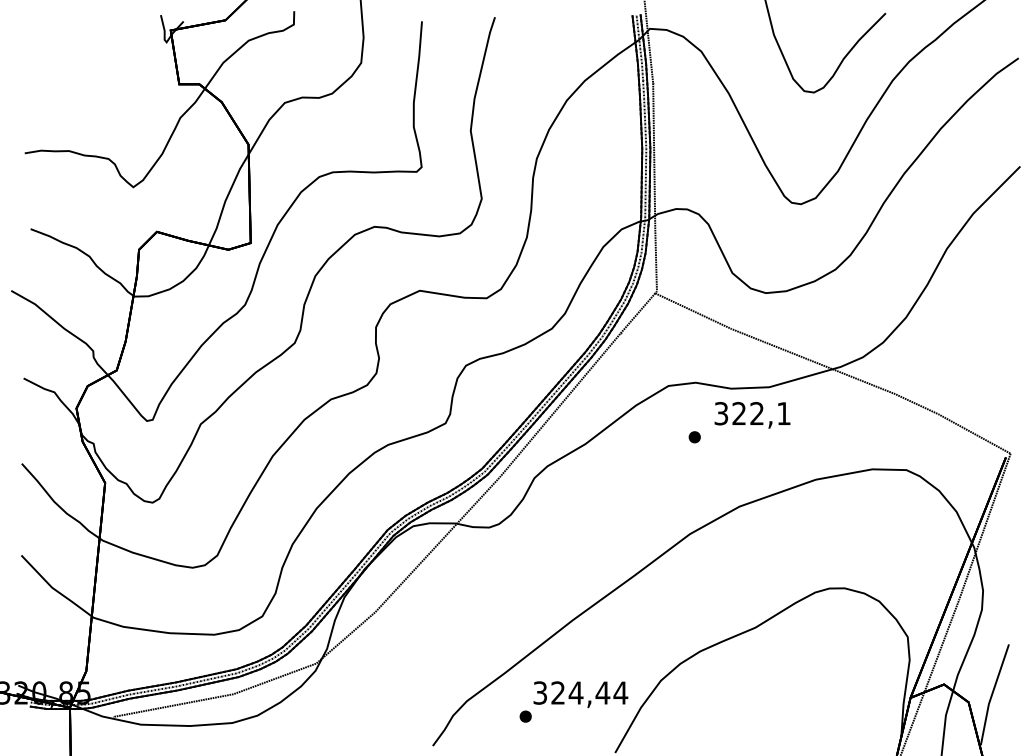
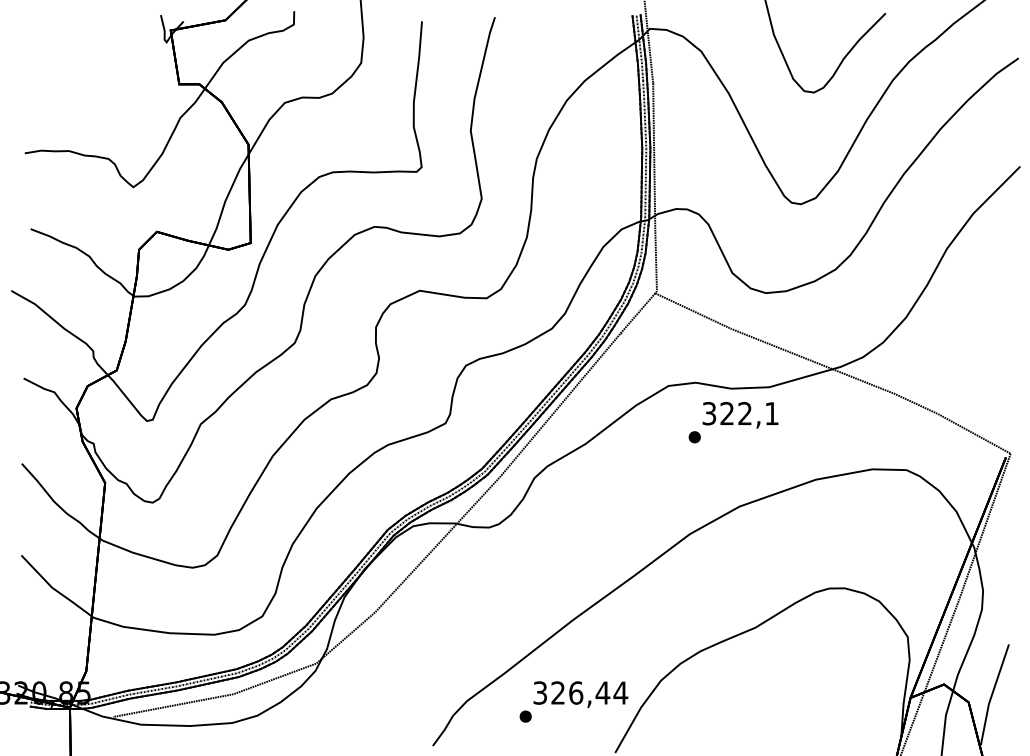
text at (752, 415) position: (752, 415) -> (740, 415)
text at (575, 692): 324,44 -> 326,44
